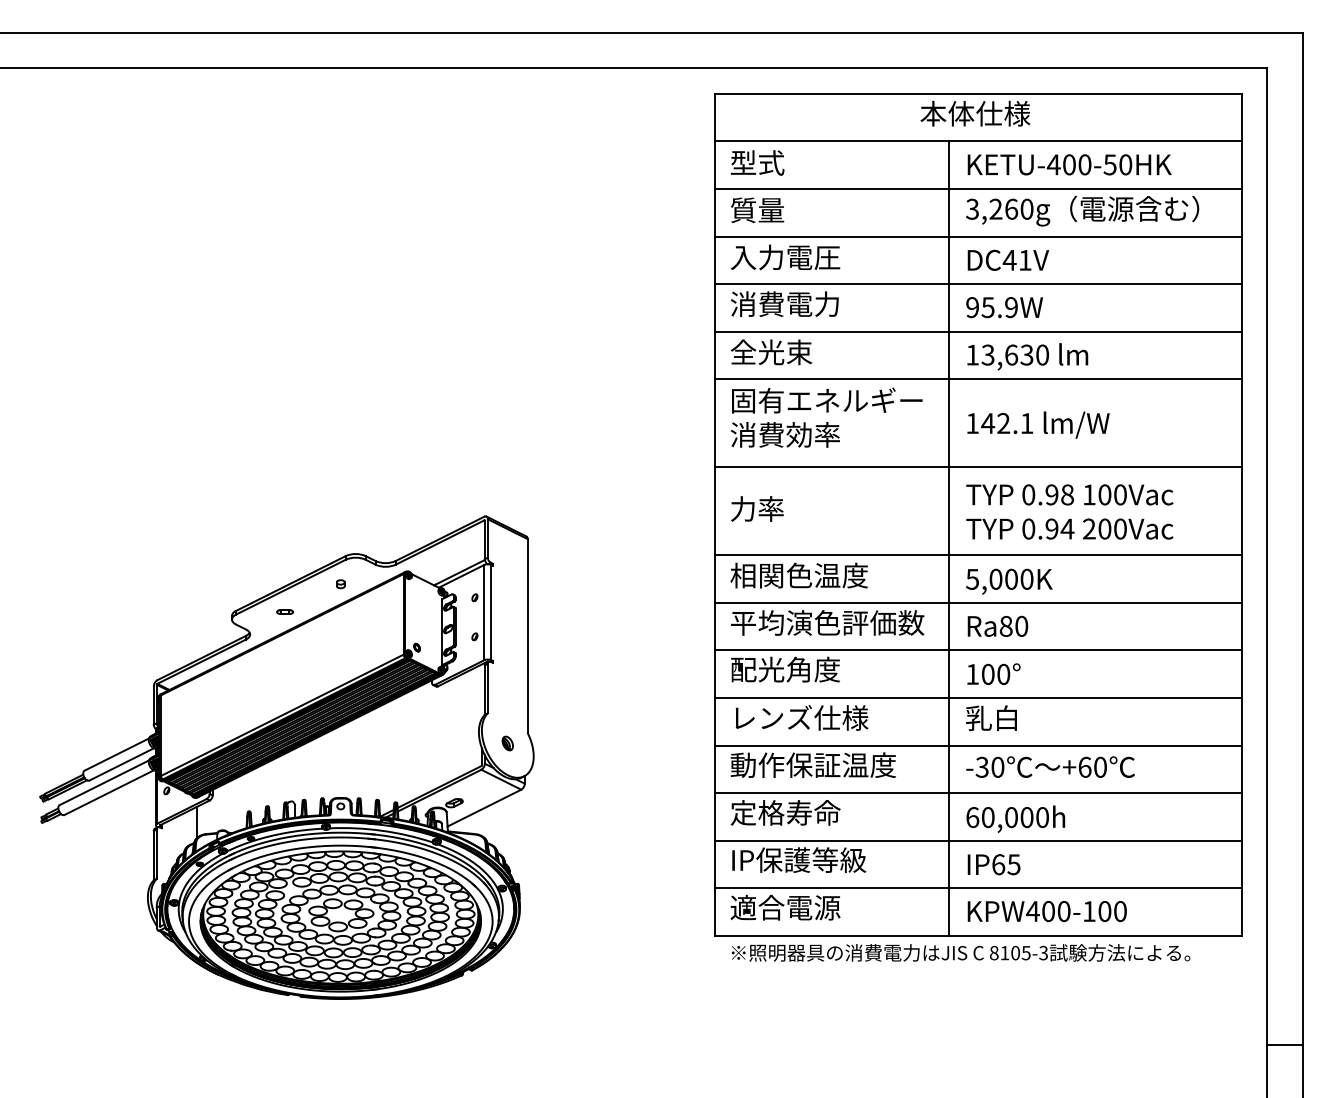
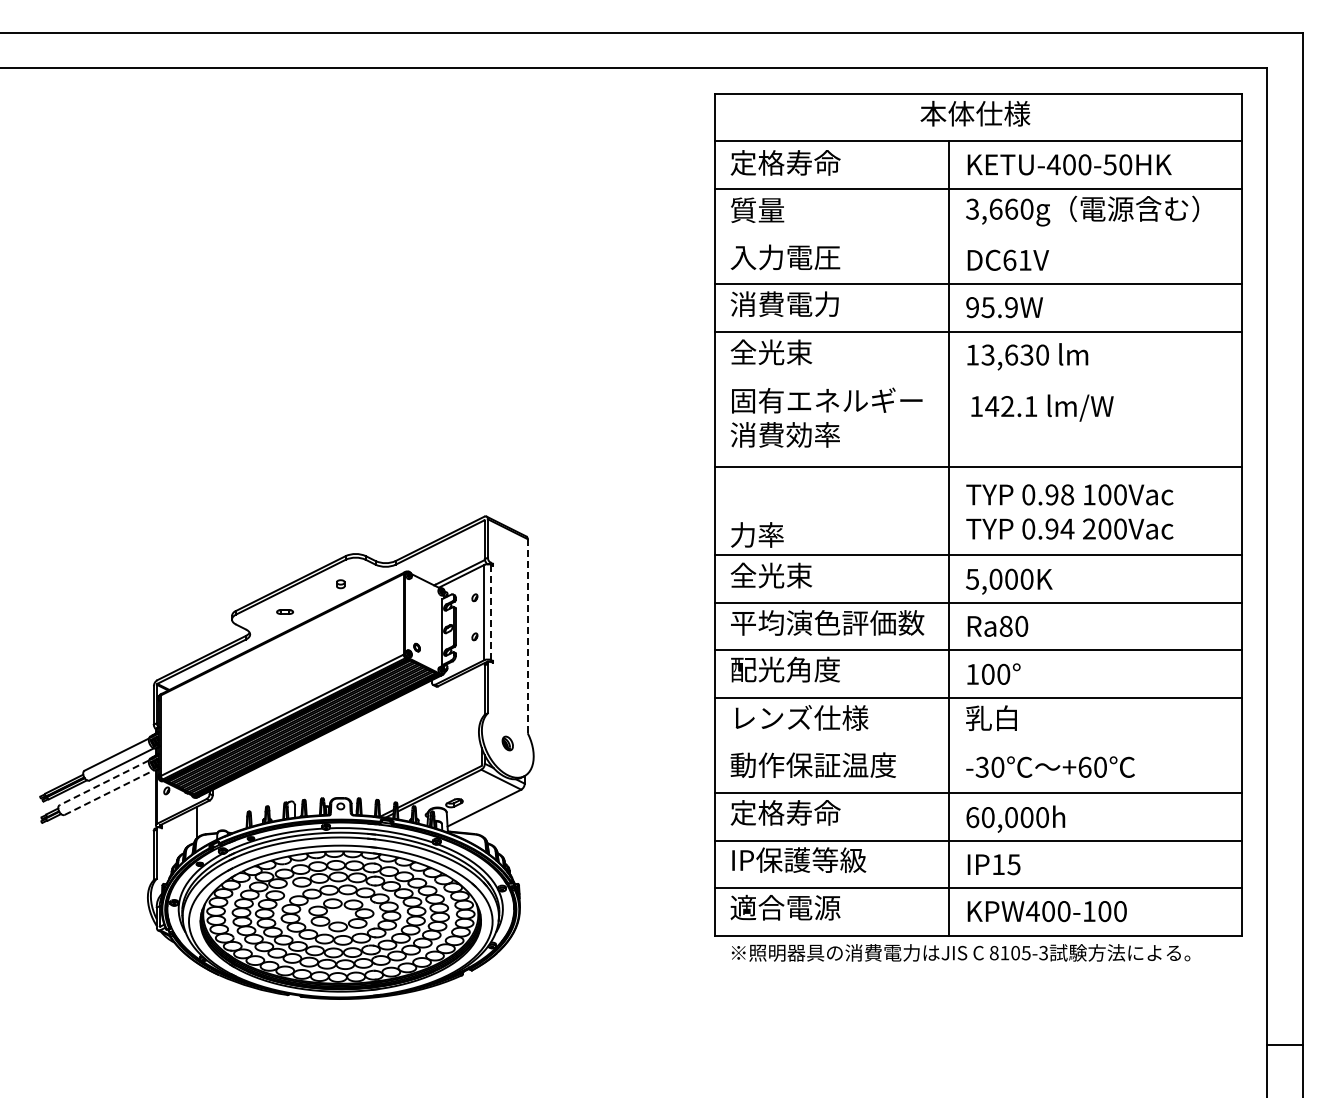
text at (785, 162): 型式 -> 定格寿命
text at (995, 208): 3,260g -> 3,660g
line at (978, 236): present -> none
text at (1009, 259): DC41V -> DC61V
line at (978, 379): present -> none
text at (1038, 424) position: (1038, 424) -> (1042, 407)
text at (757, 508) position: (757, 508) -> (757, 534)
text at (798, 575): 相関色温度 -> 全光束
line at (491, 612): solid -> dashed
line at (527, 635): solid -> dashed
line at (978, 745): present -> none
line at (104, 782): solid -> dashed
line at (109, 792): solid -> dashed
text at (998, 864): IP65 -> IP15
